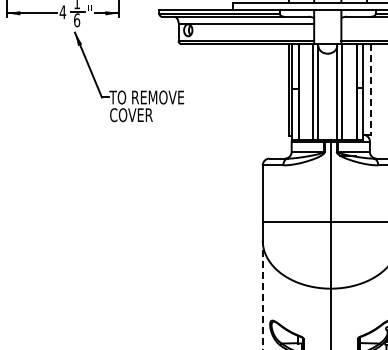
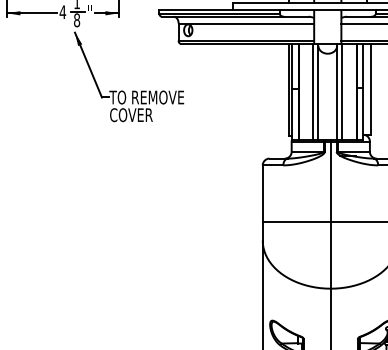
text at (77, 19): 6 -> 8
line at (362, 23): none -> present
line at (370, 89): dashed -> solid
line at (262, 294): dashed -> solid
